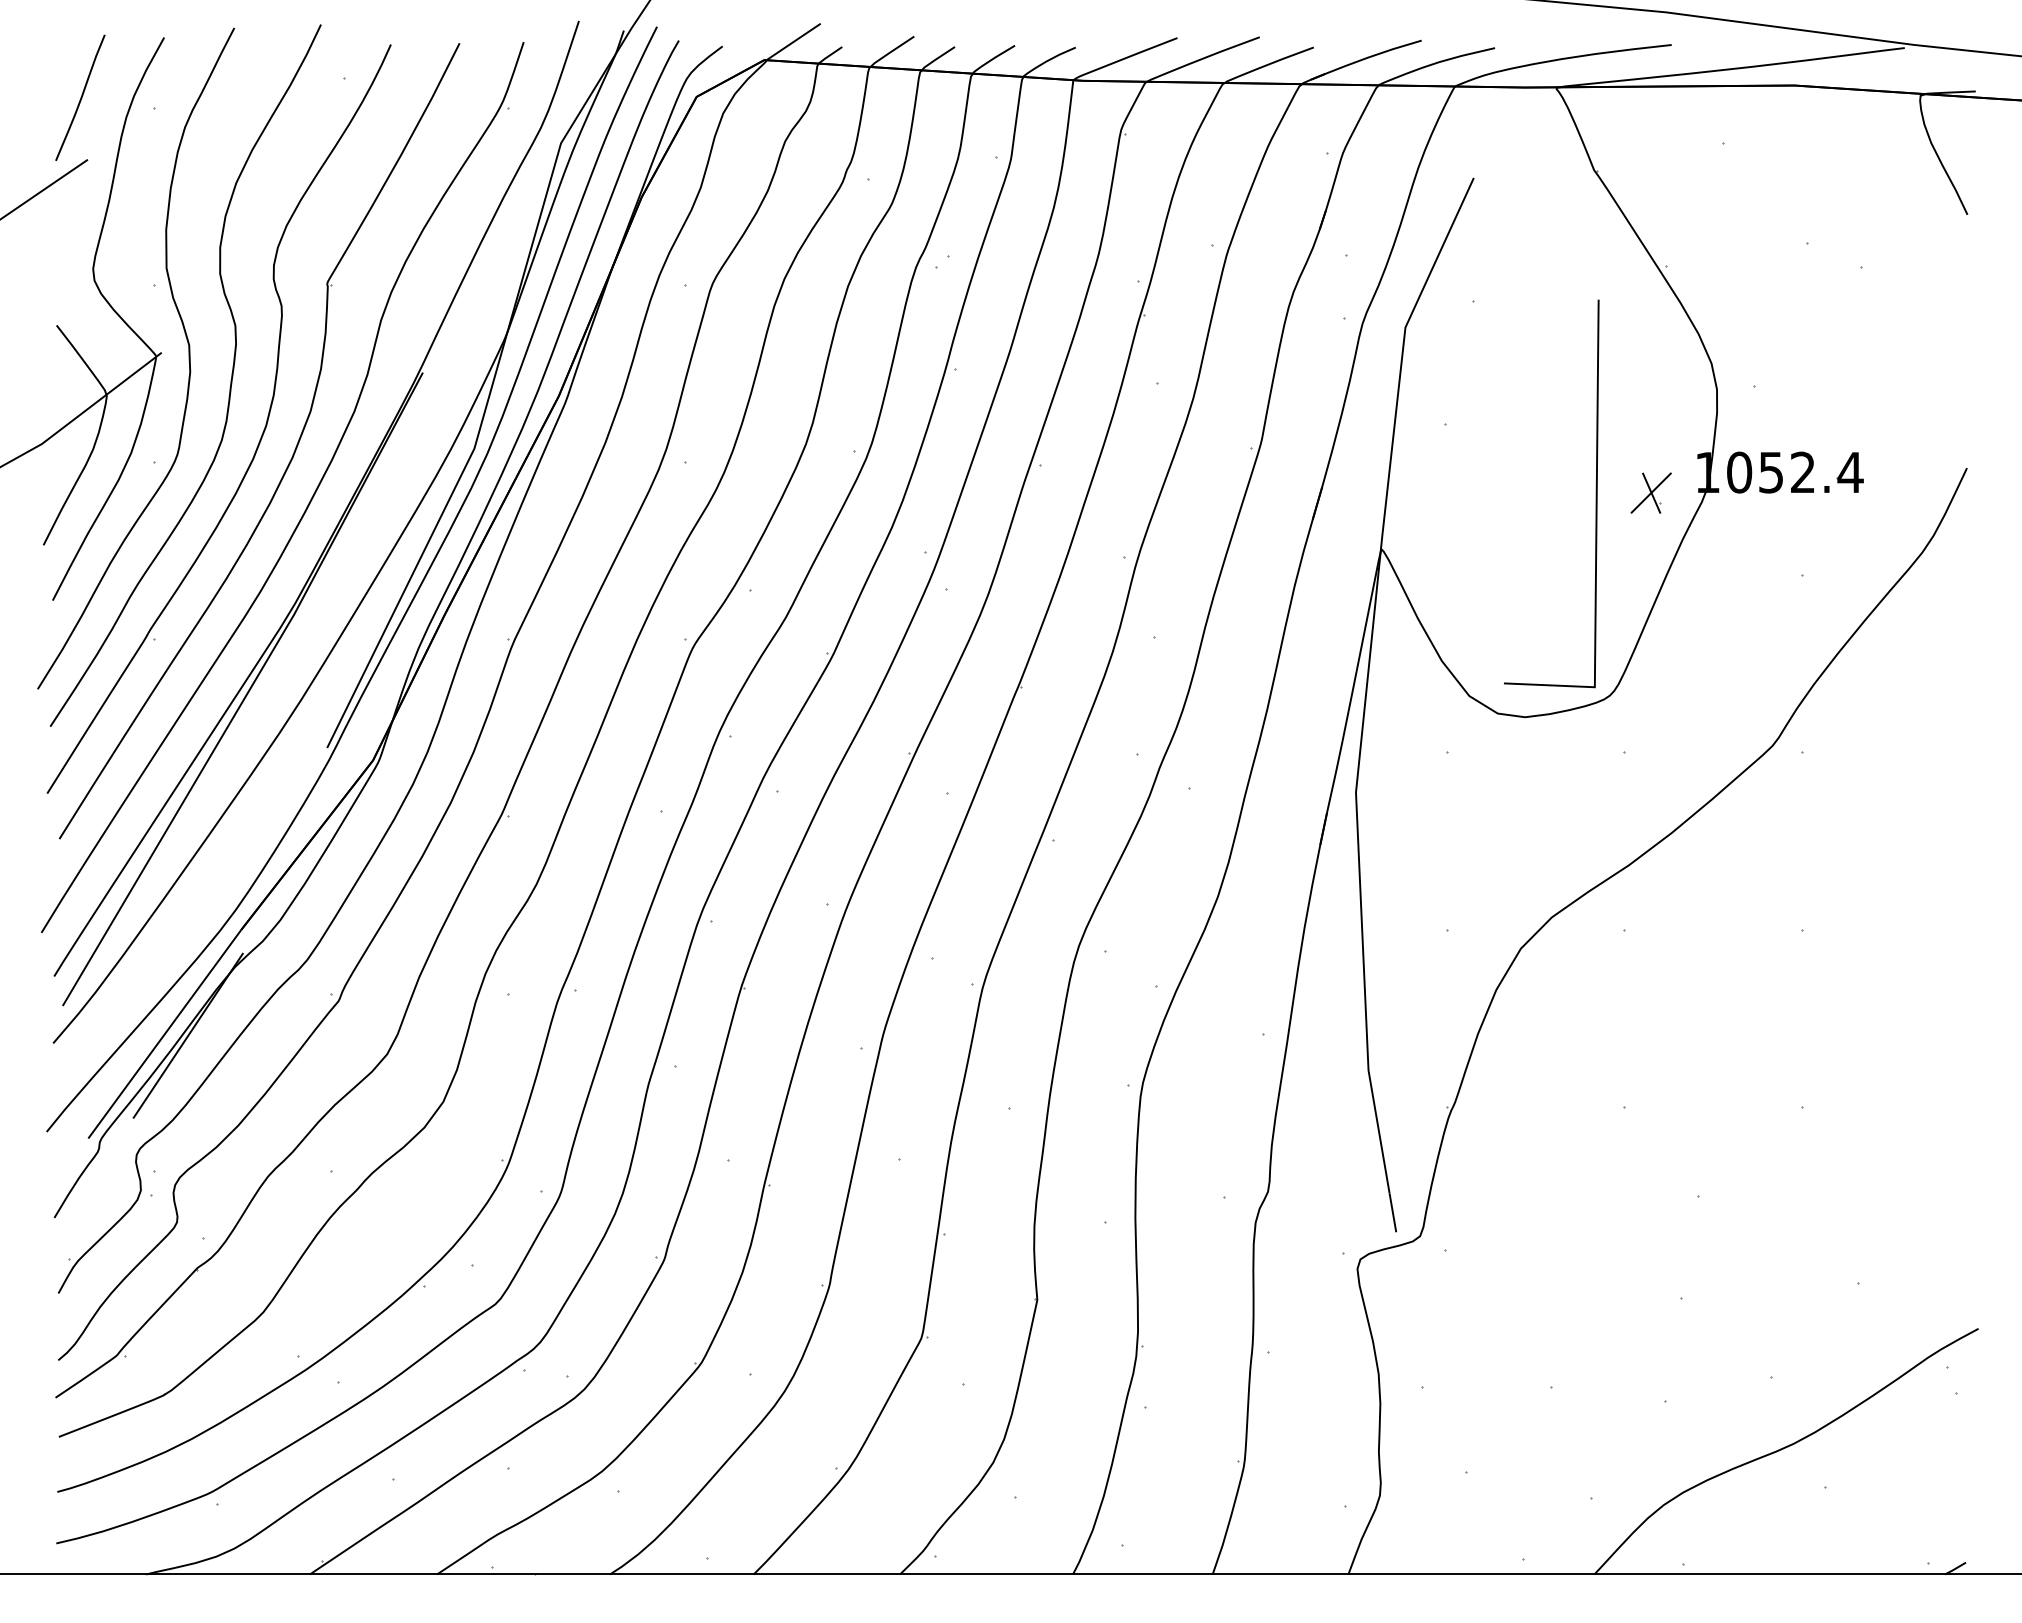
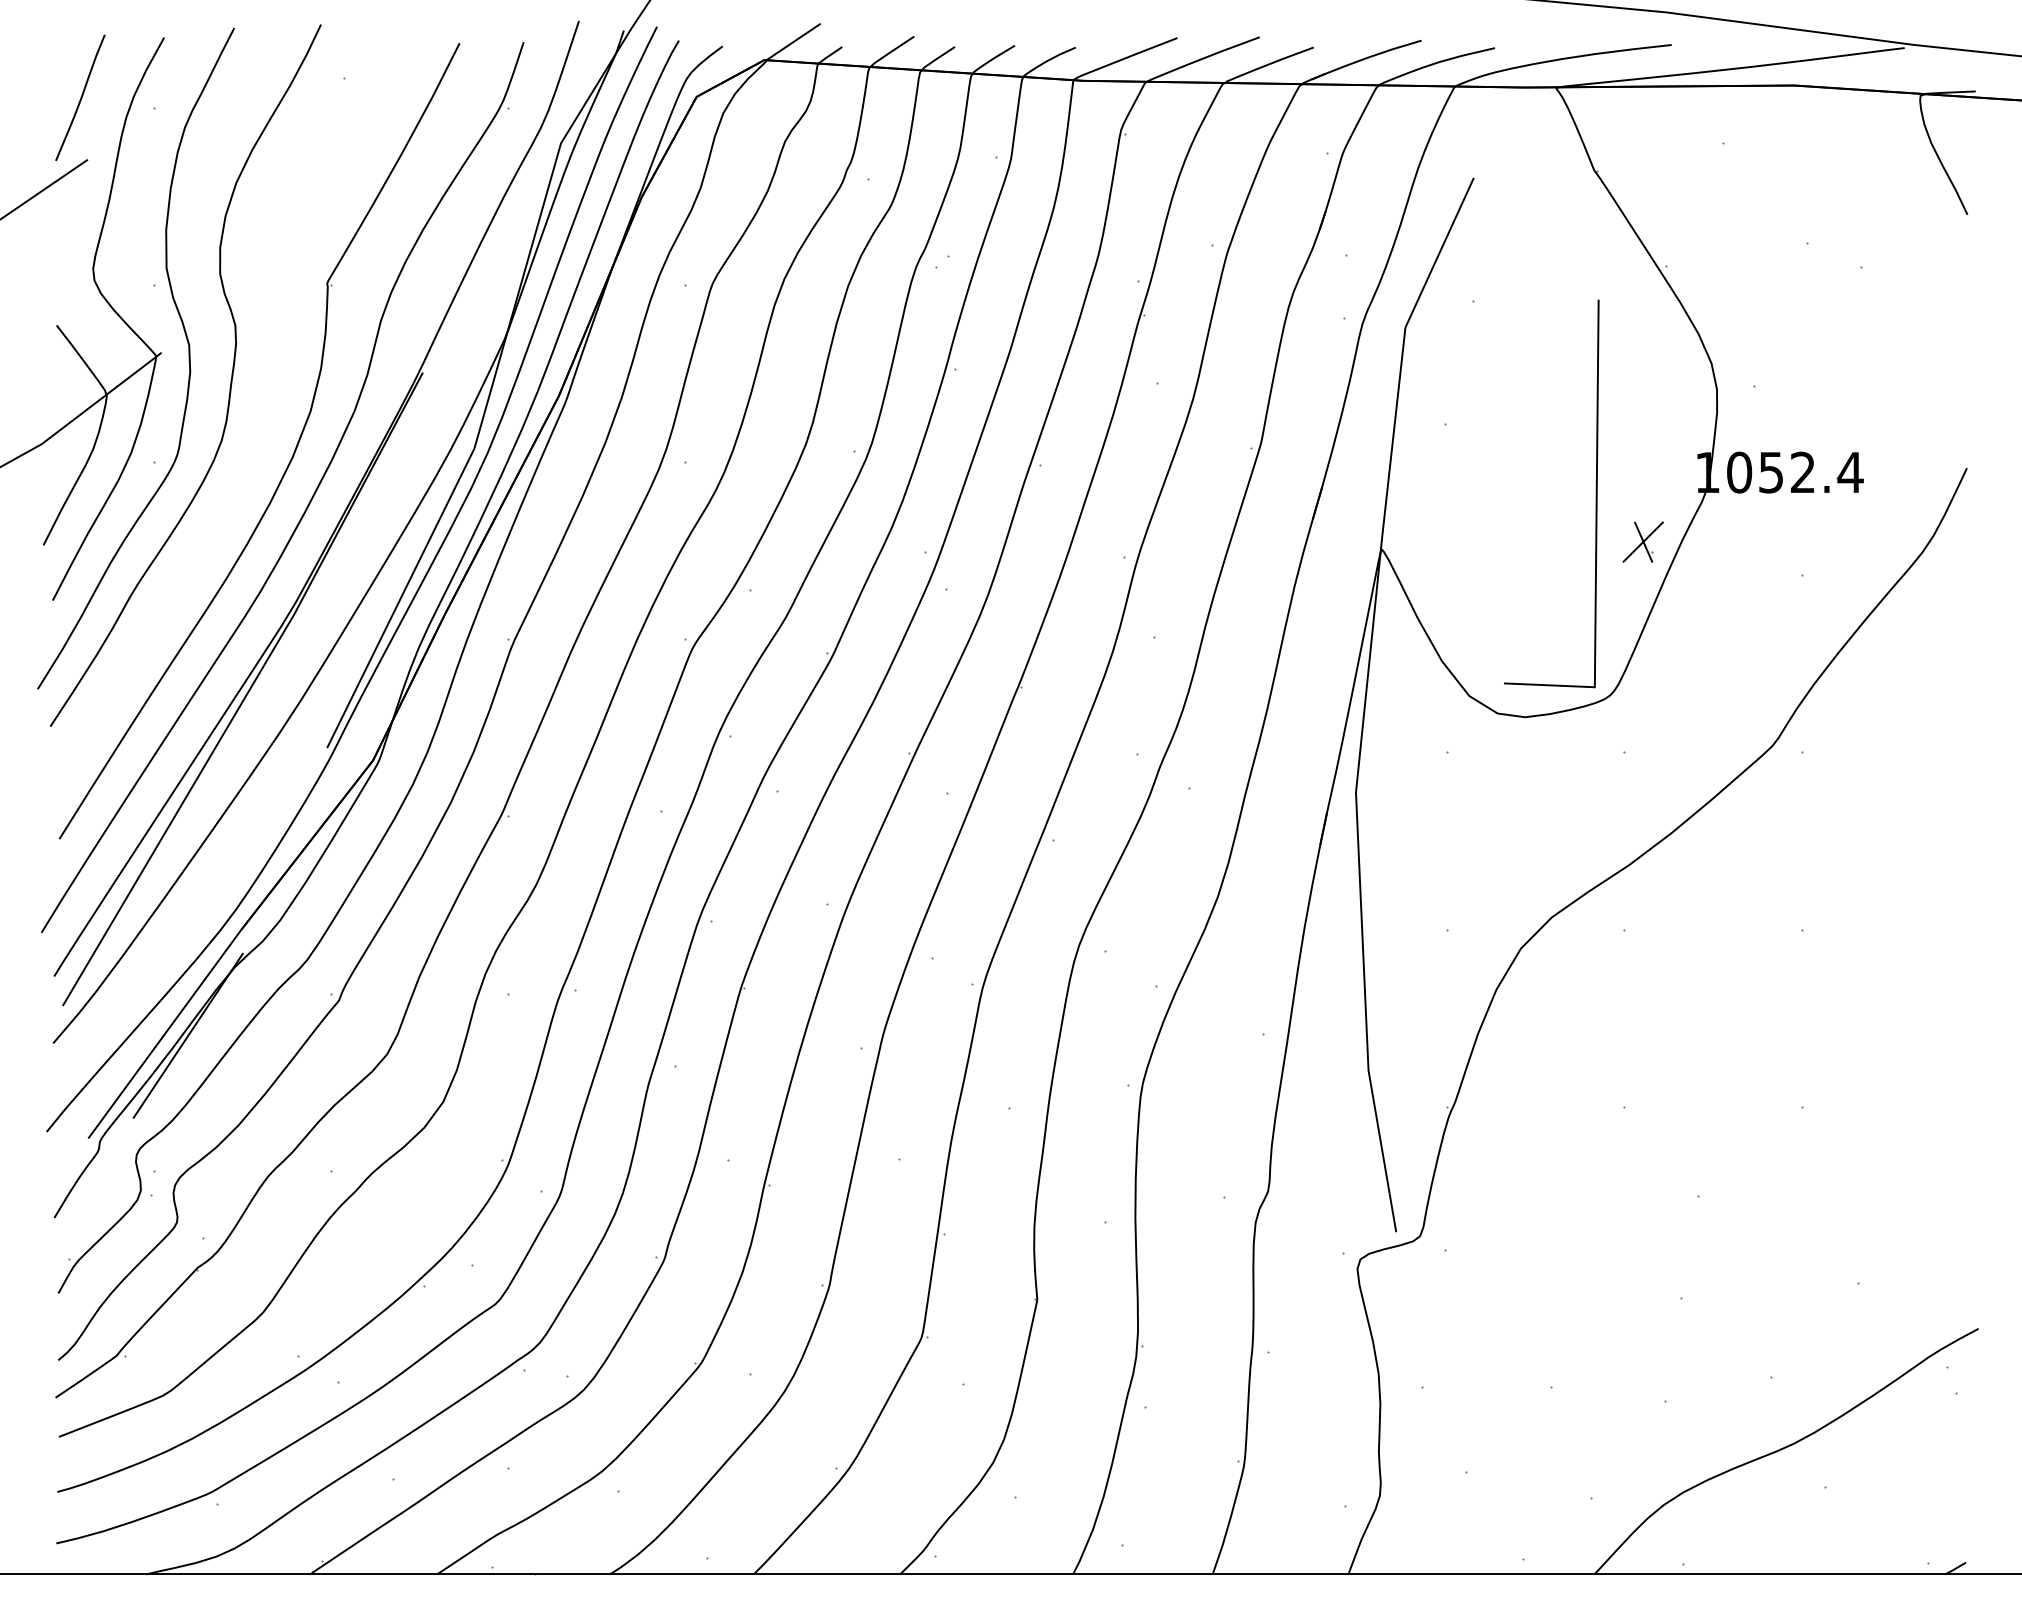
part at (261, 434): present -> none
part at (1650, 492) position: (1650, 492) -> (1642, 541)
